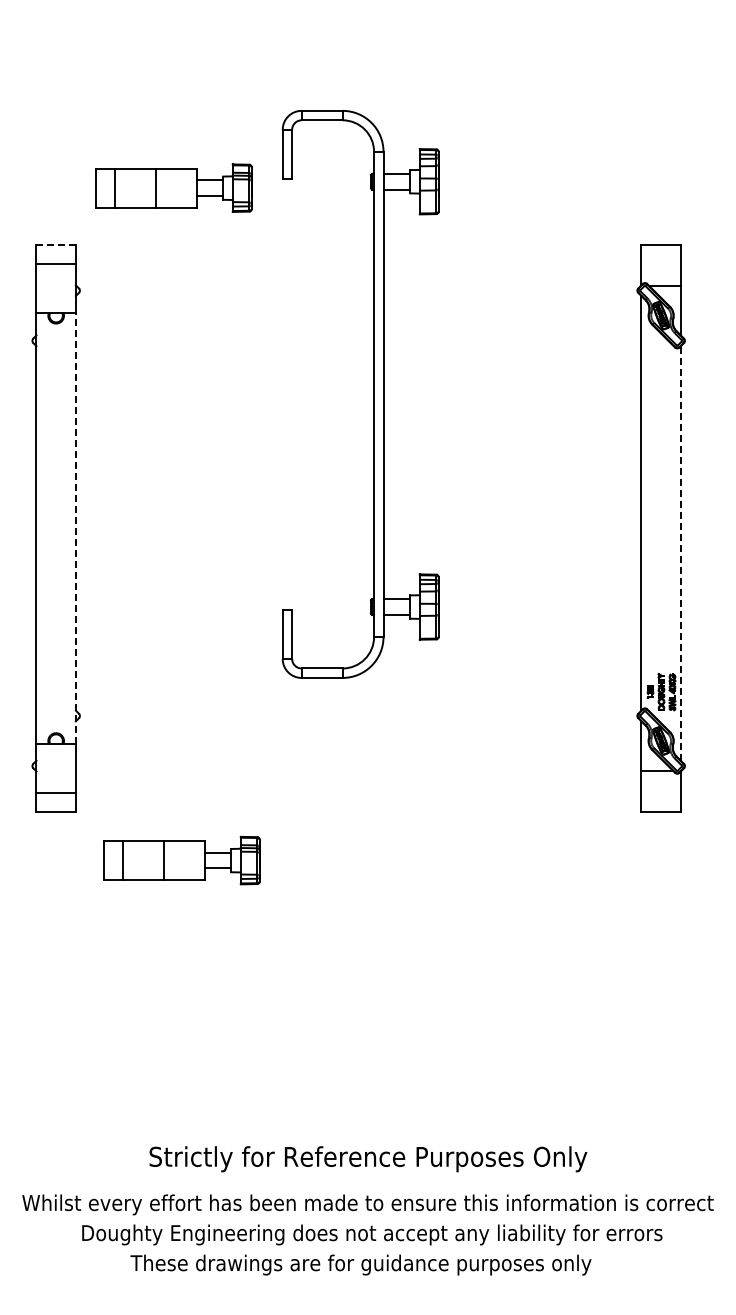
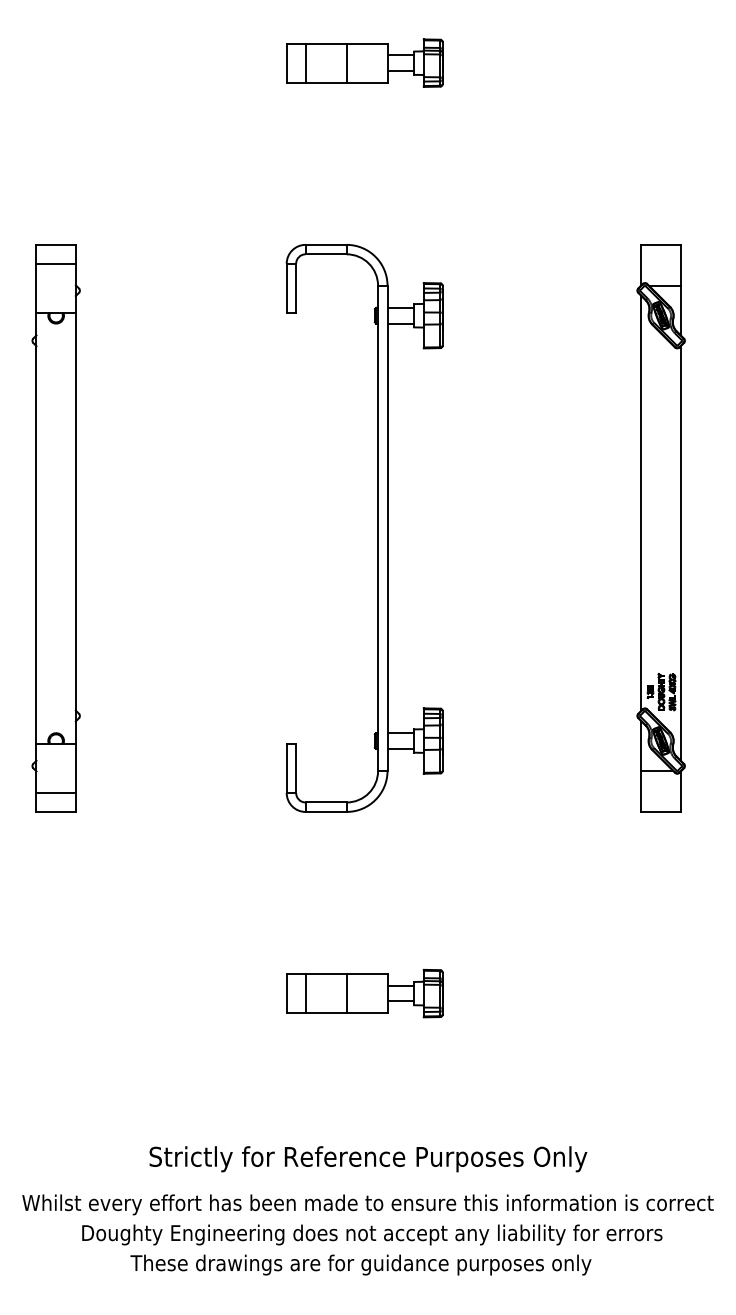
part at (173, 187) position: (173, 187) -> (364, 62)
line at (56, 244): dashed -> solid
part at (373, 394) position: (373, 394) -> (377, 528)
line at (75, 528): dashed -> solid
line at (680, 552): dashed -> solid
part at (181, 860) position: (181, 860) -> (364, 993)
